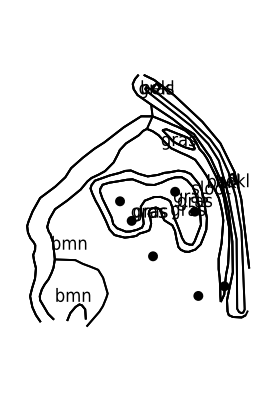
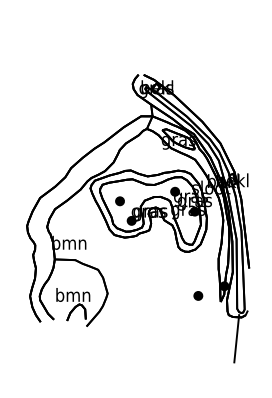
part at (152, 256): present -> none
line at (236, 338): none -> present
